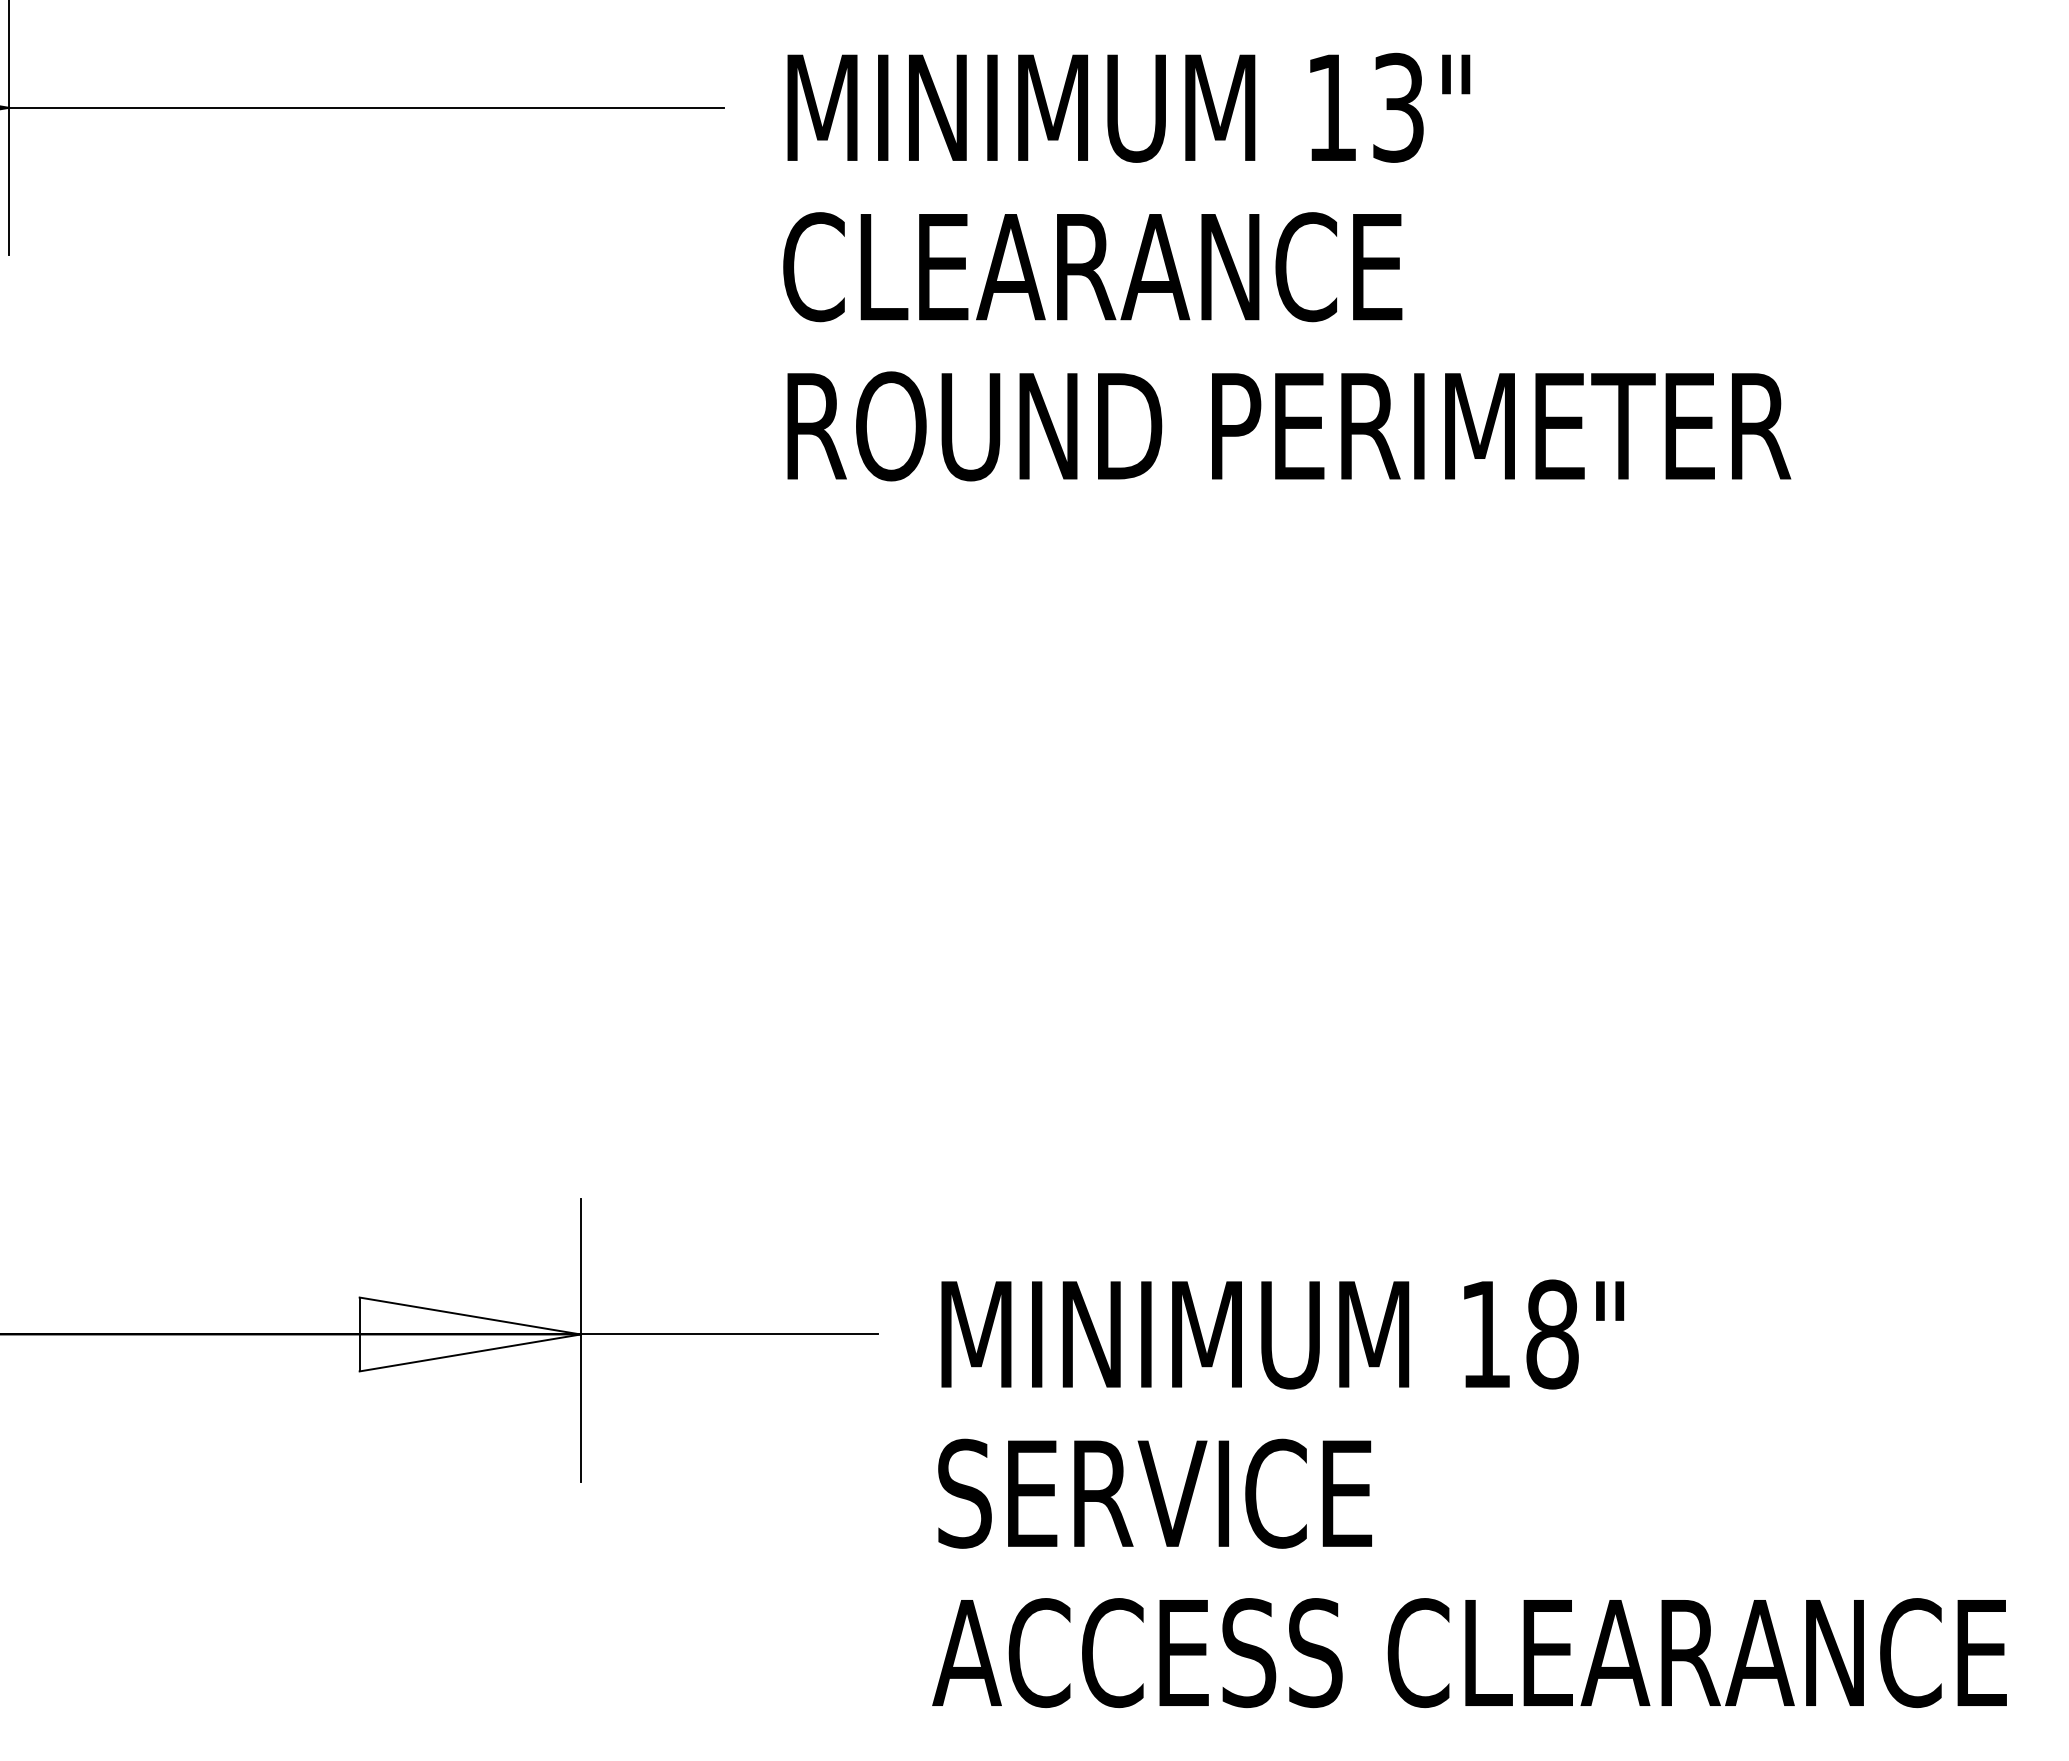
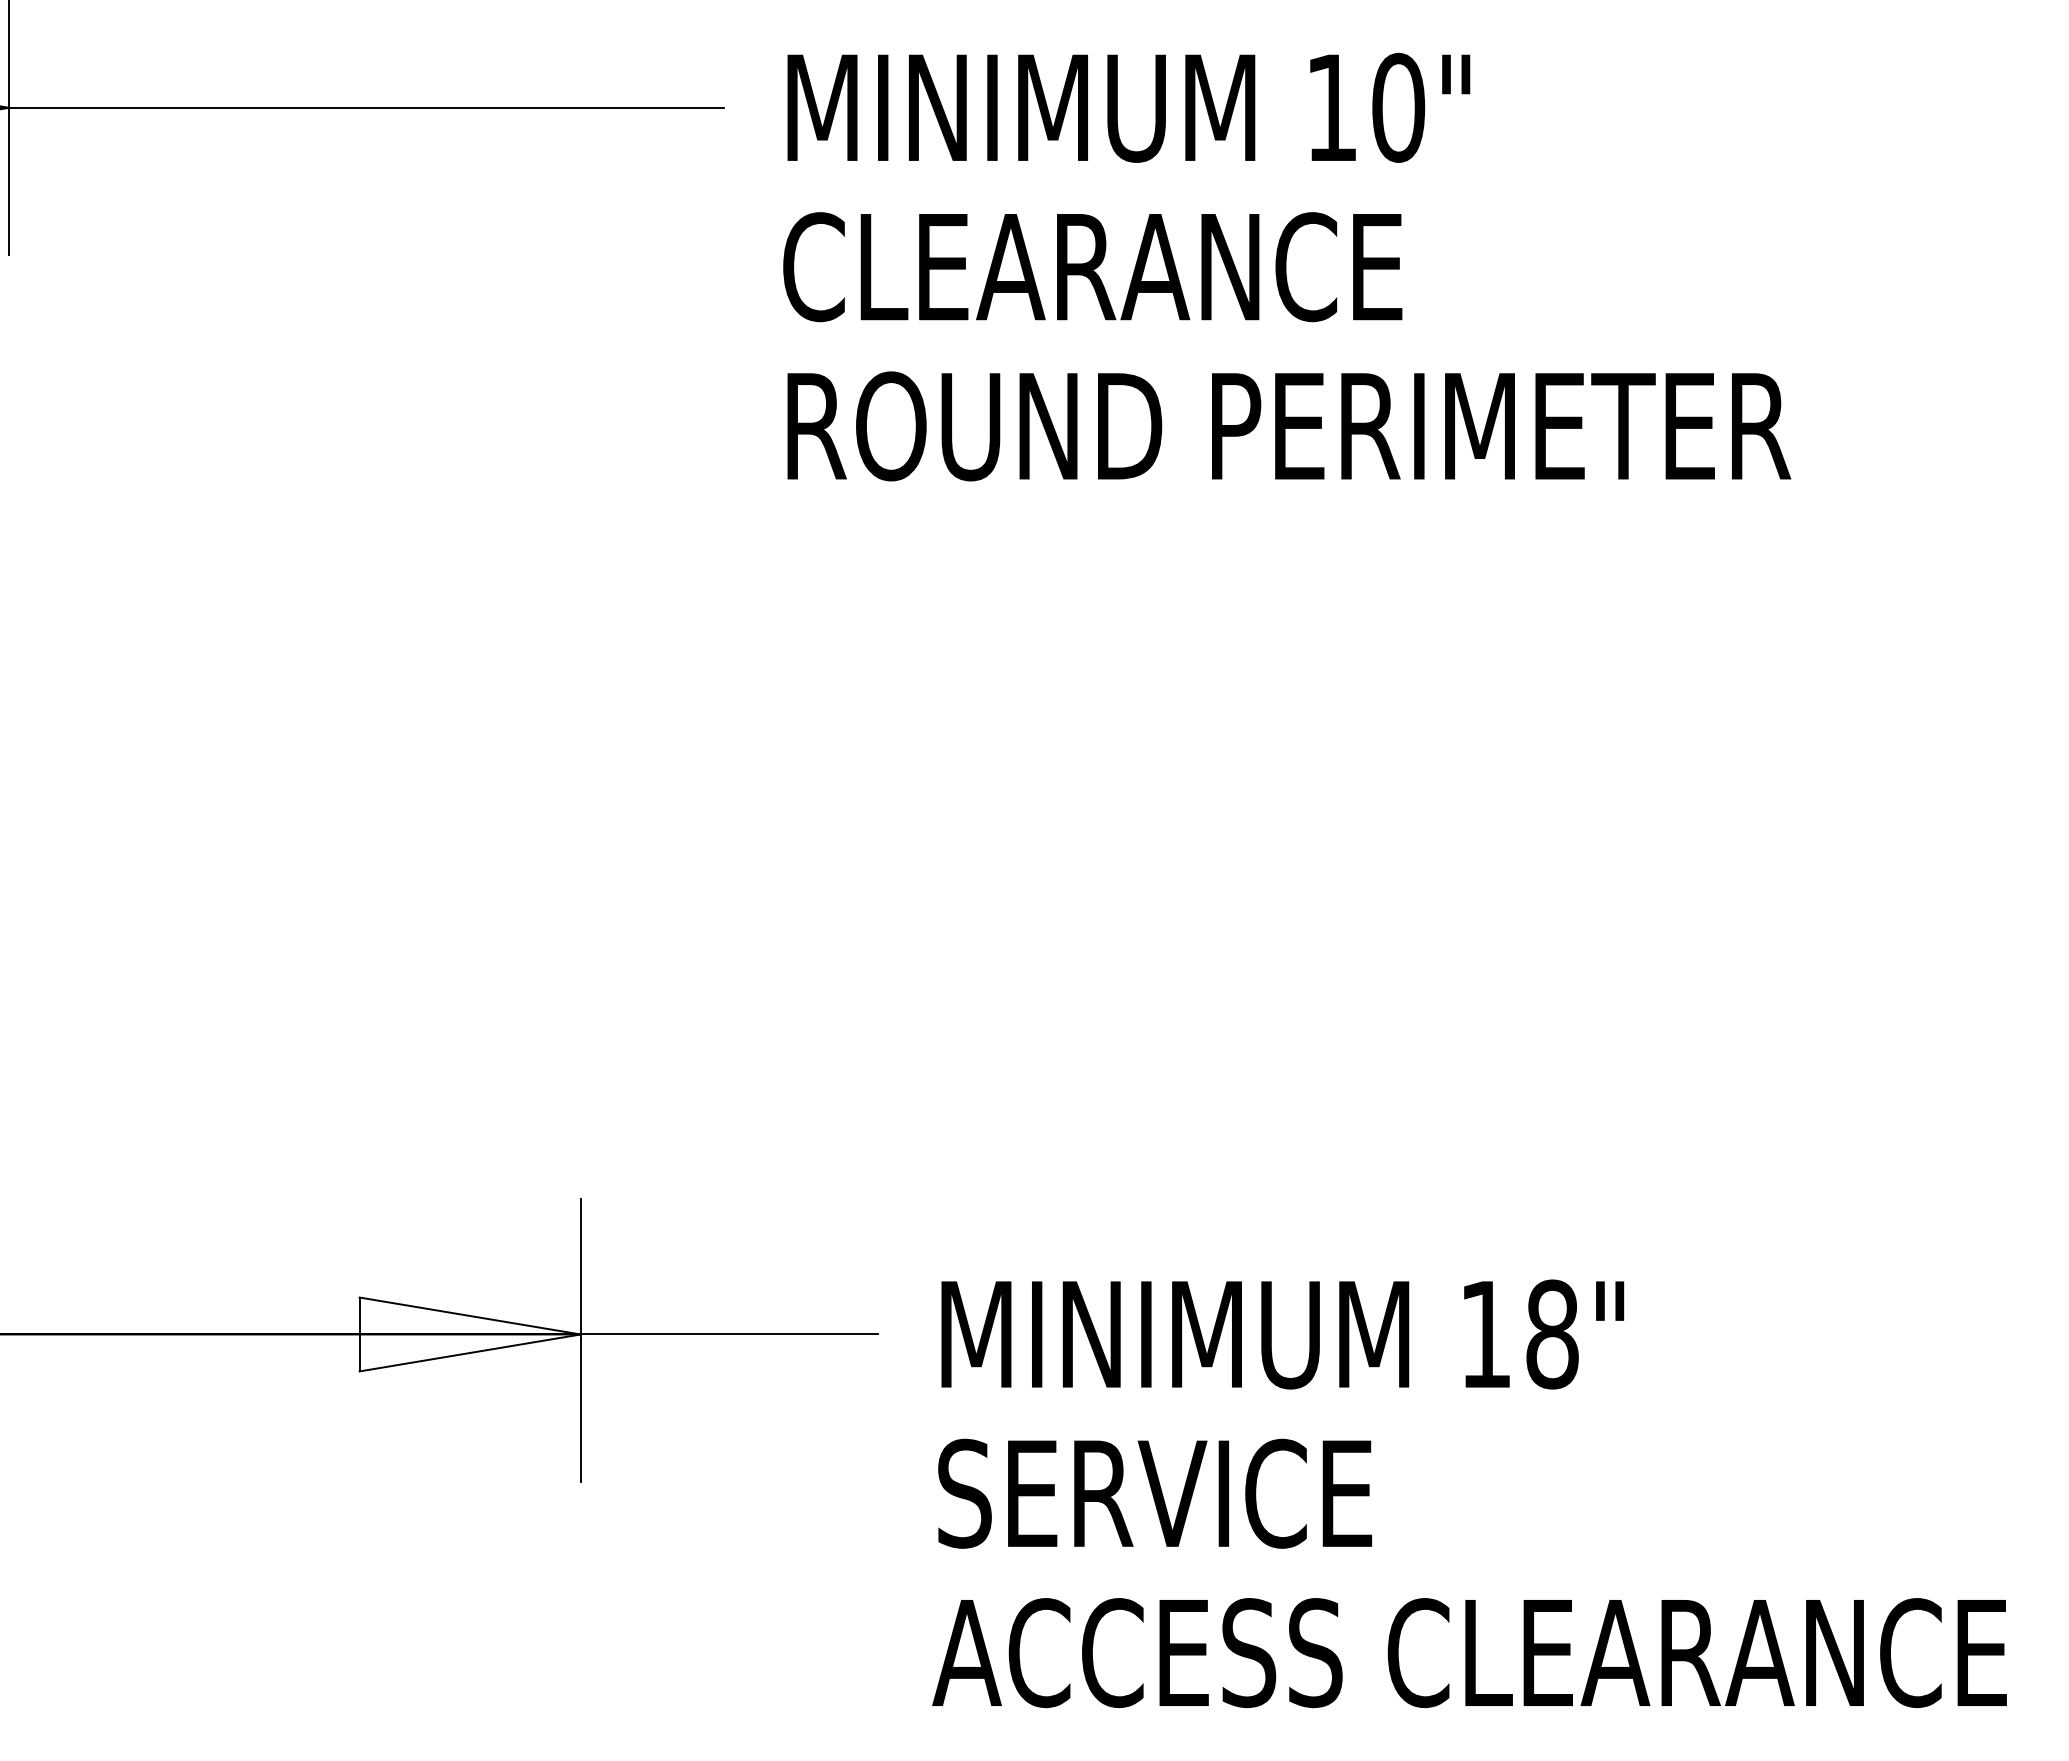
text at (1398, 107): 13" -> 10"
